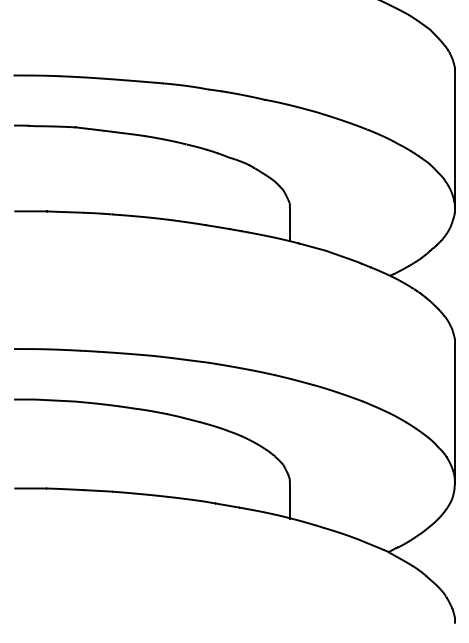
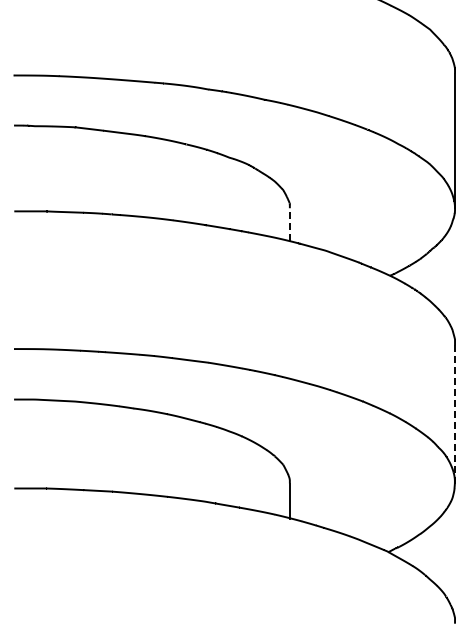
line at (289, 223): solid -> dashed
line at (455, 413): solid -> dashed
